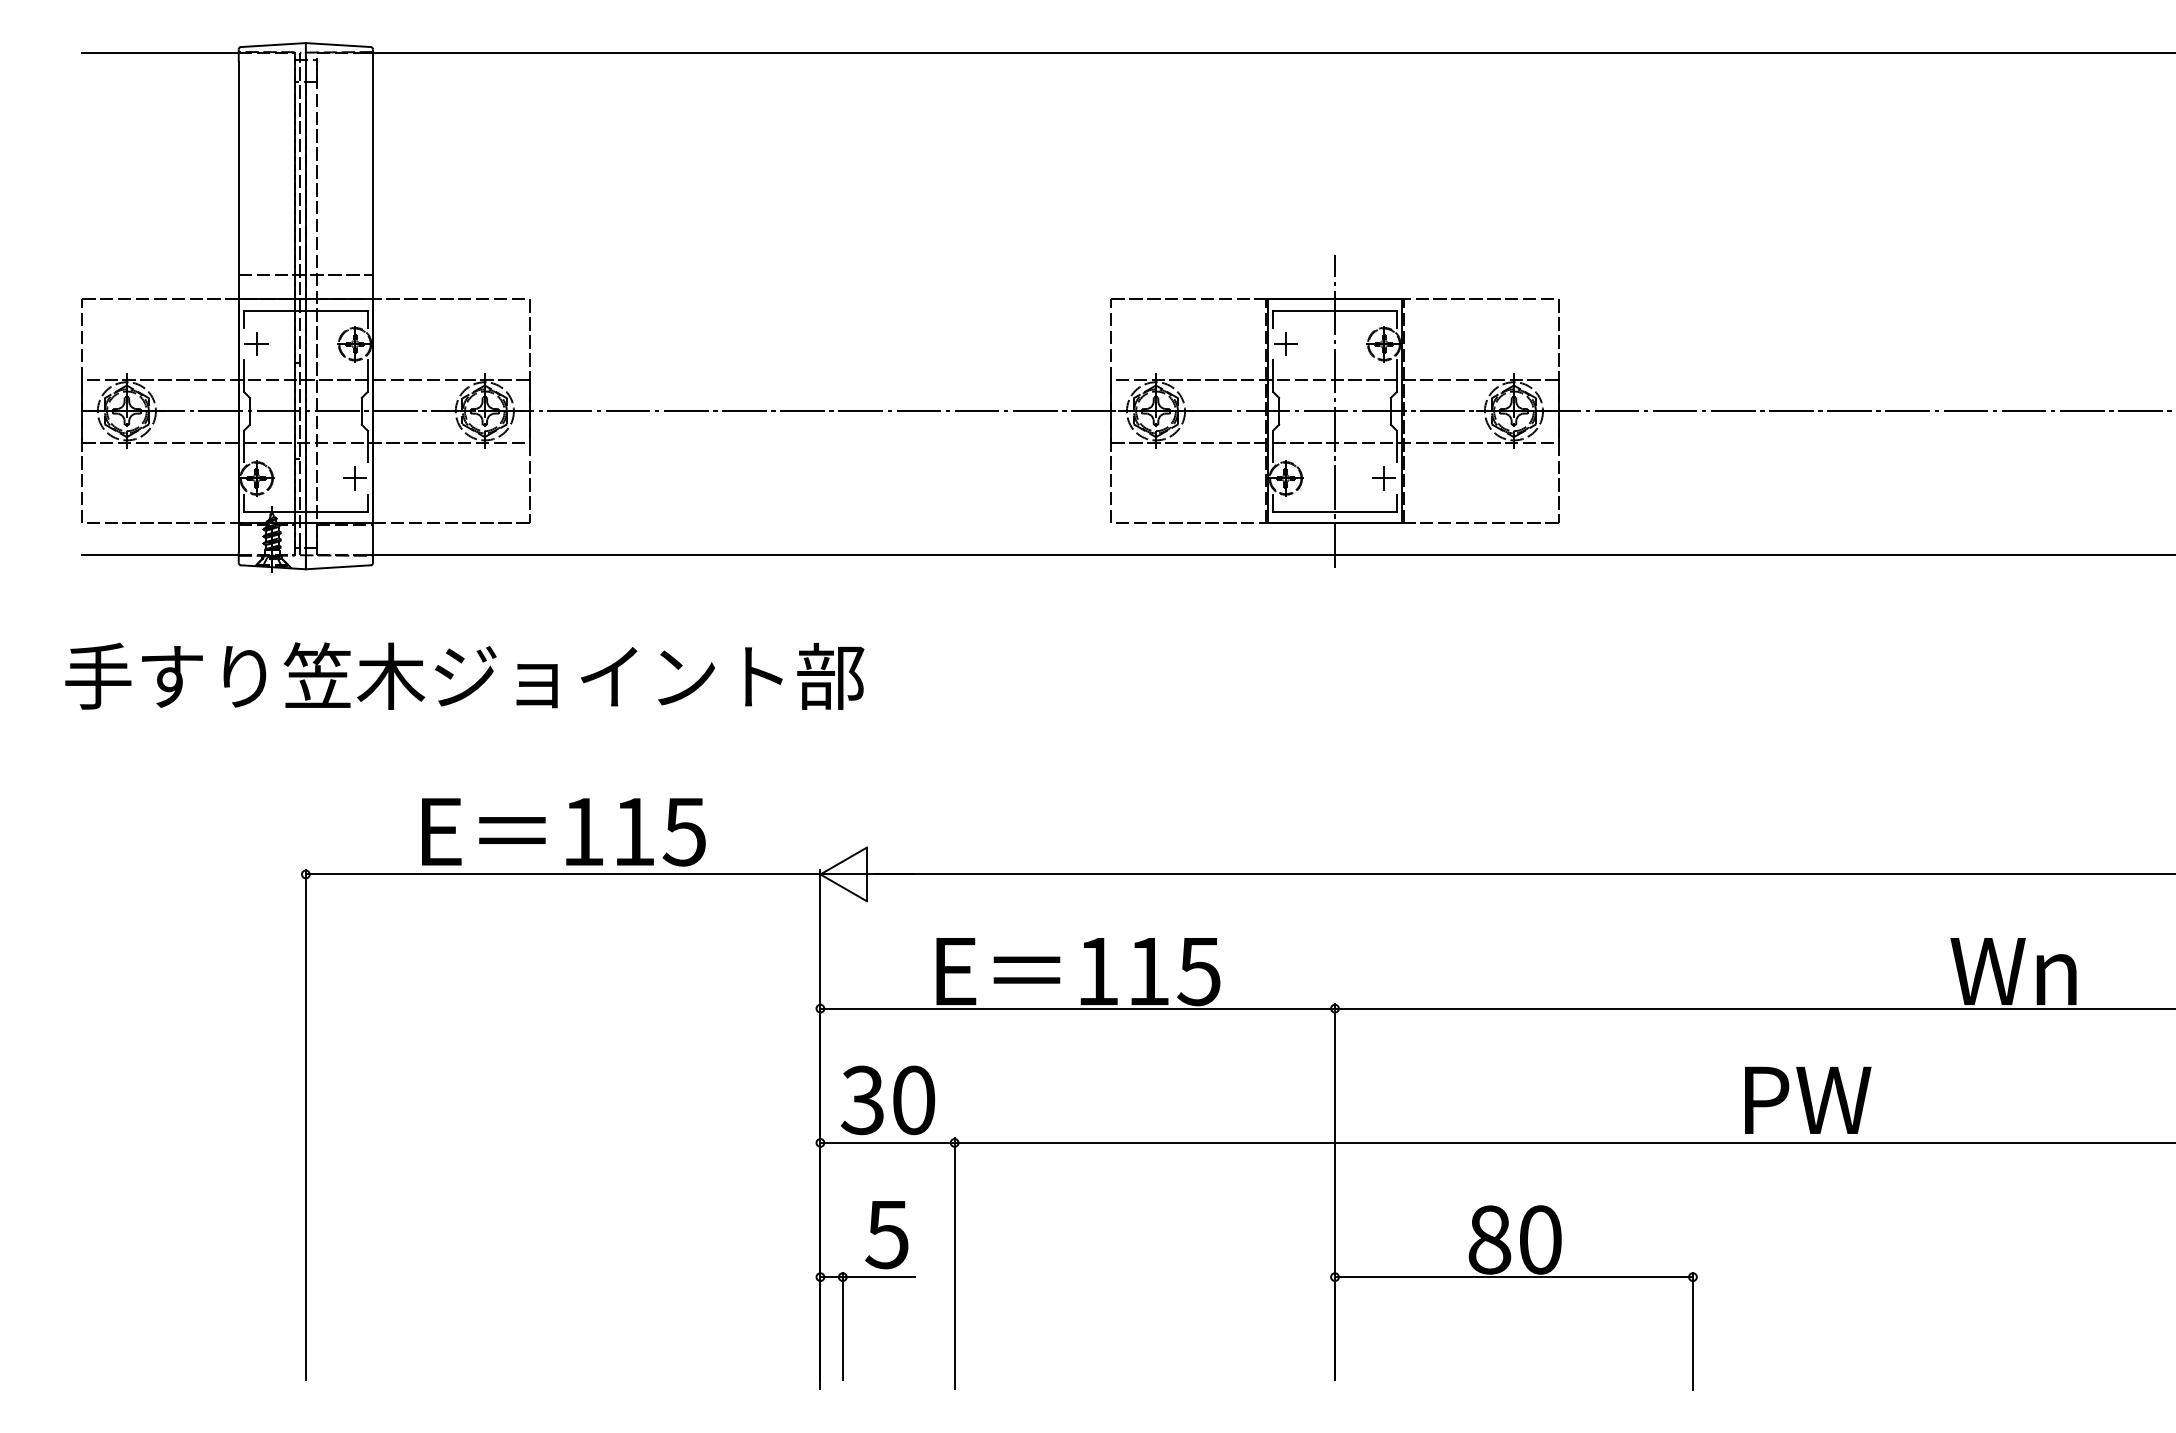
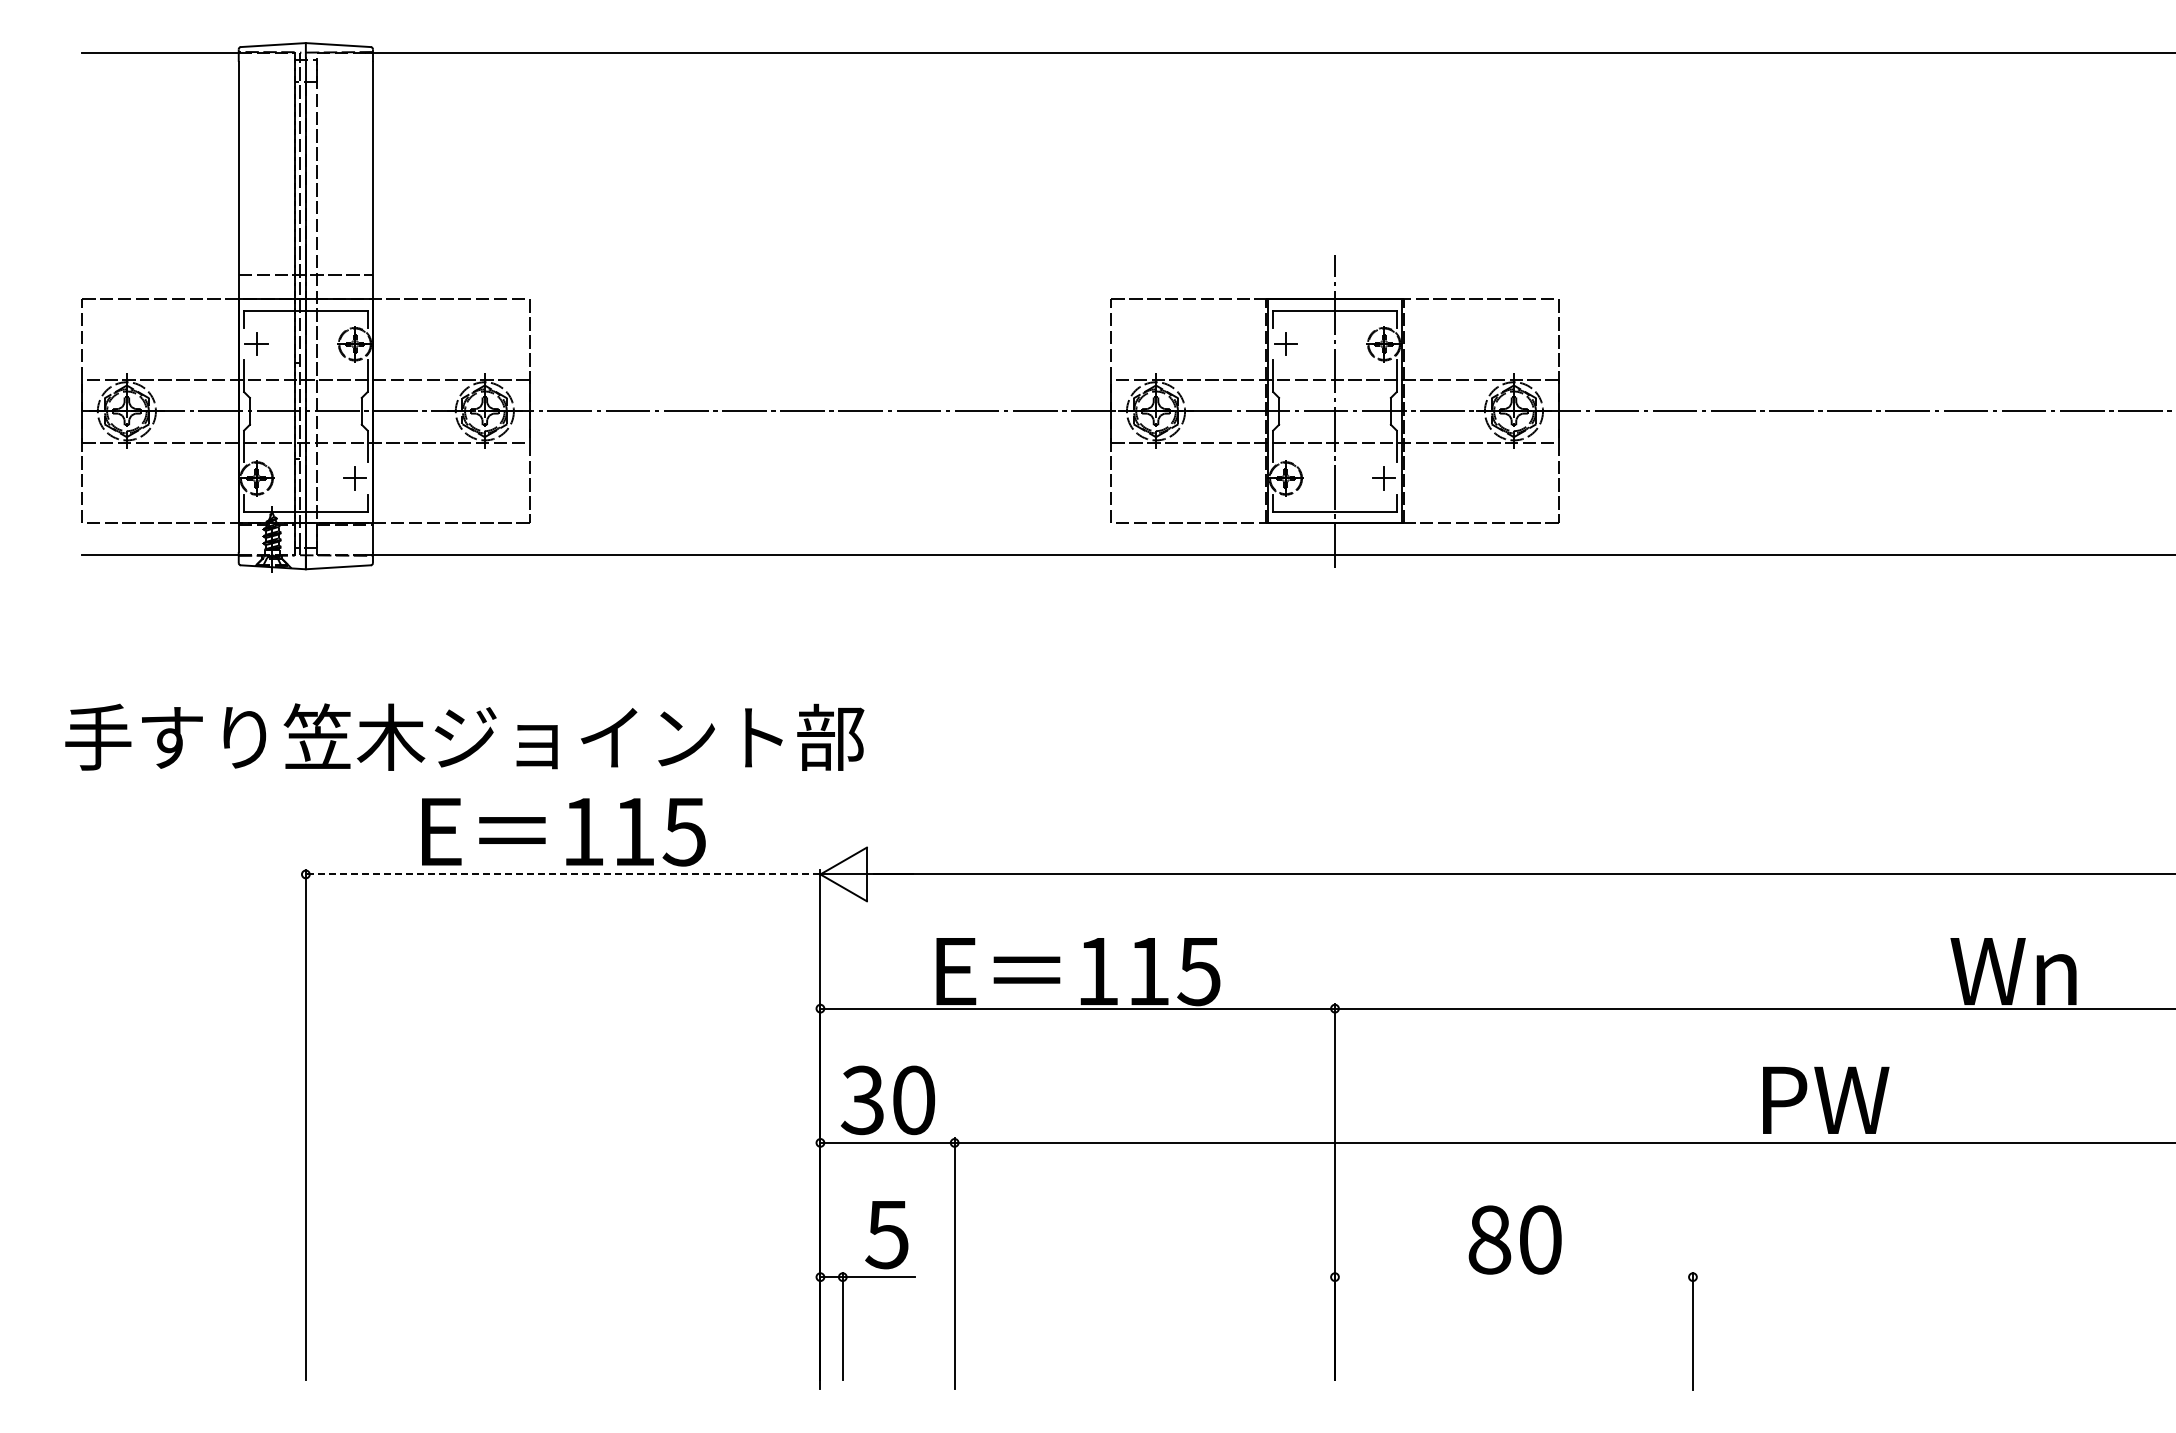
text at (464, 675) position: (464, 675) -> (464, 736)
line at (562, 874): solid -> dashed
text at (1808, 1099) position: (1808, 1099) -> (1826, 1099)
line at (1513, 1277): present -> none
